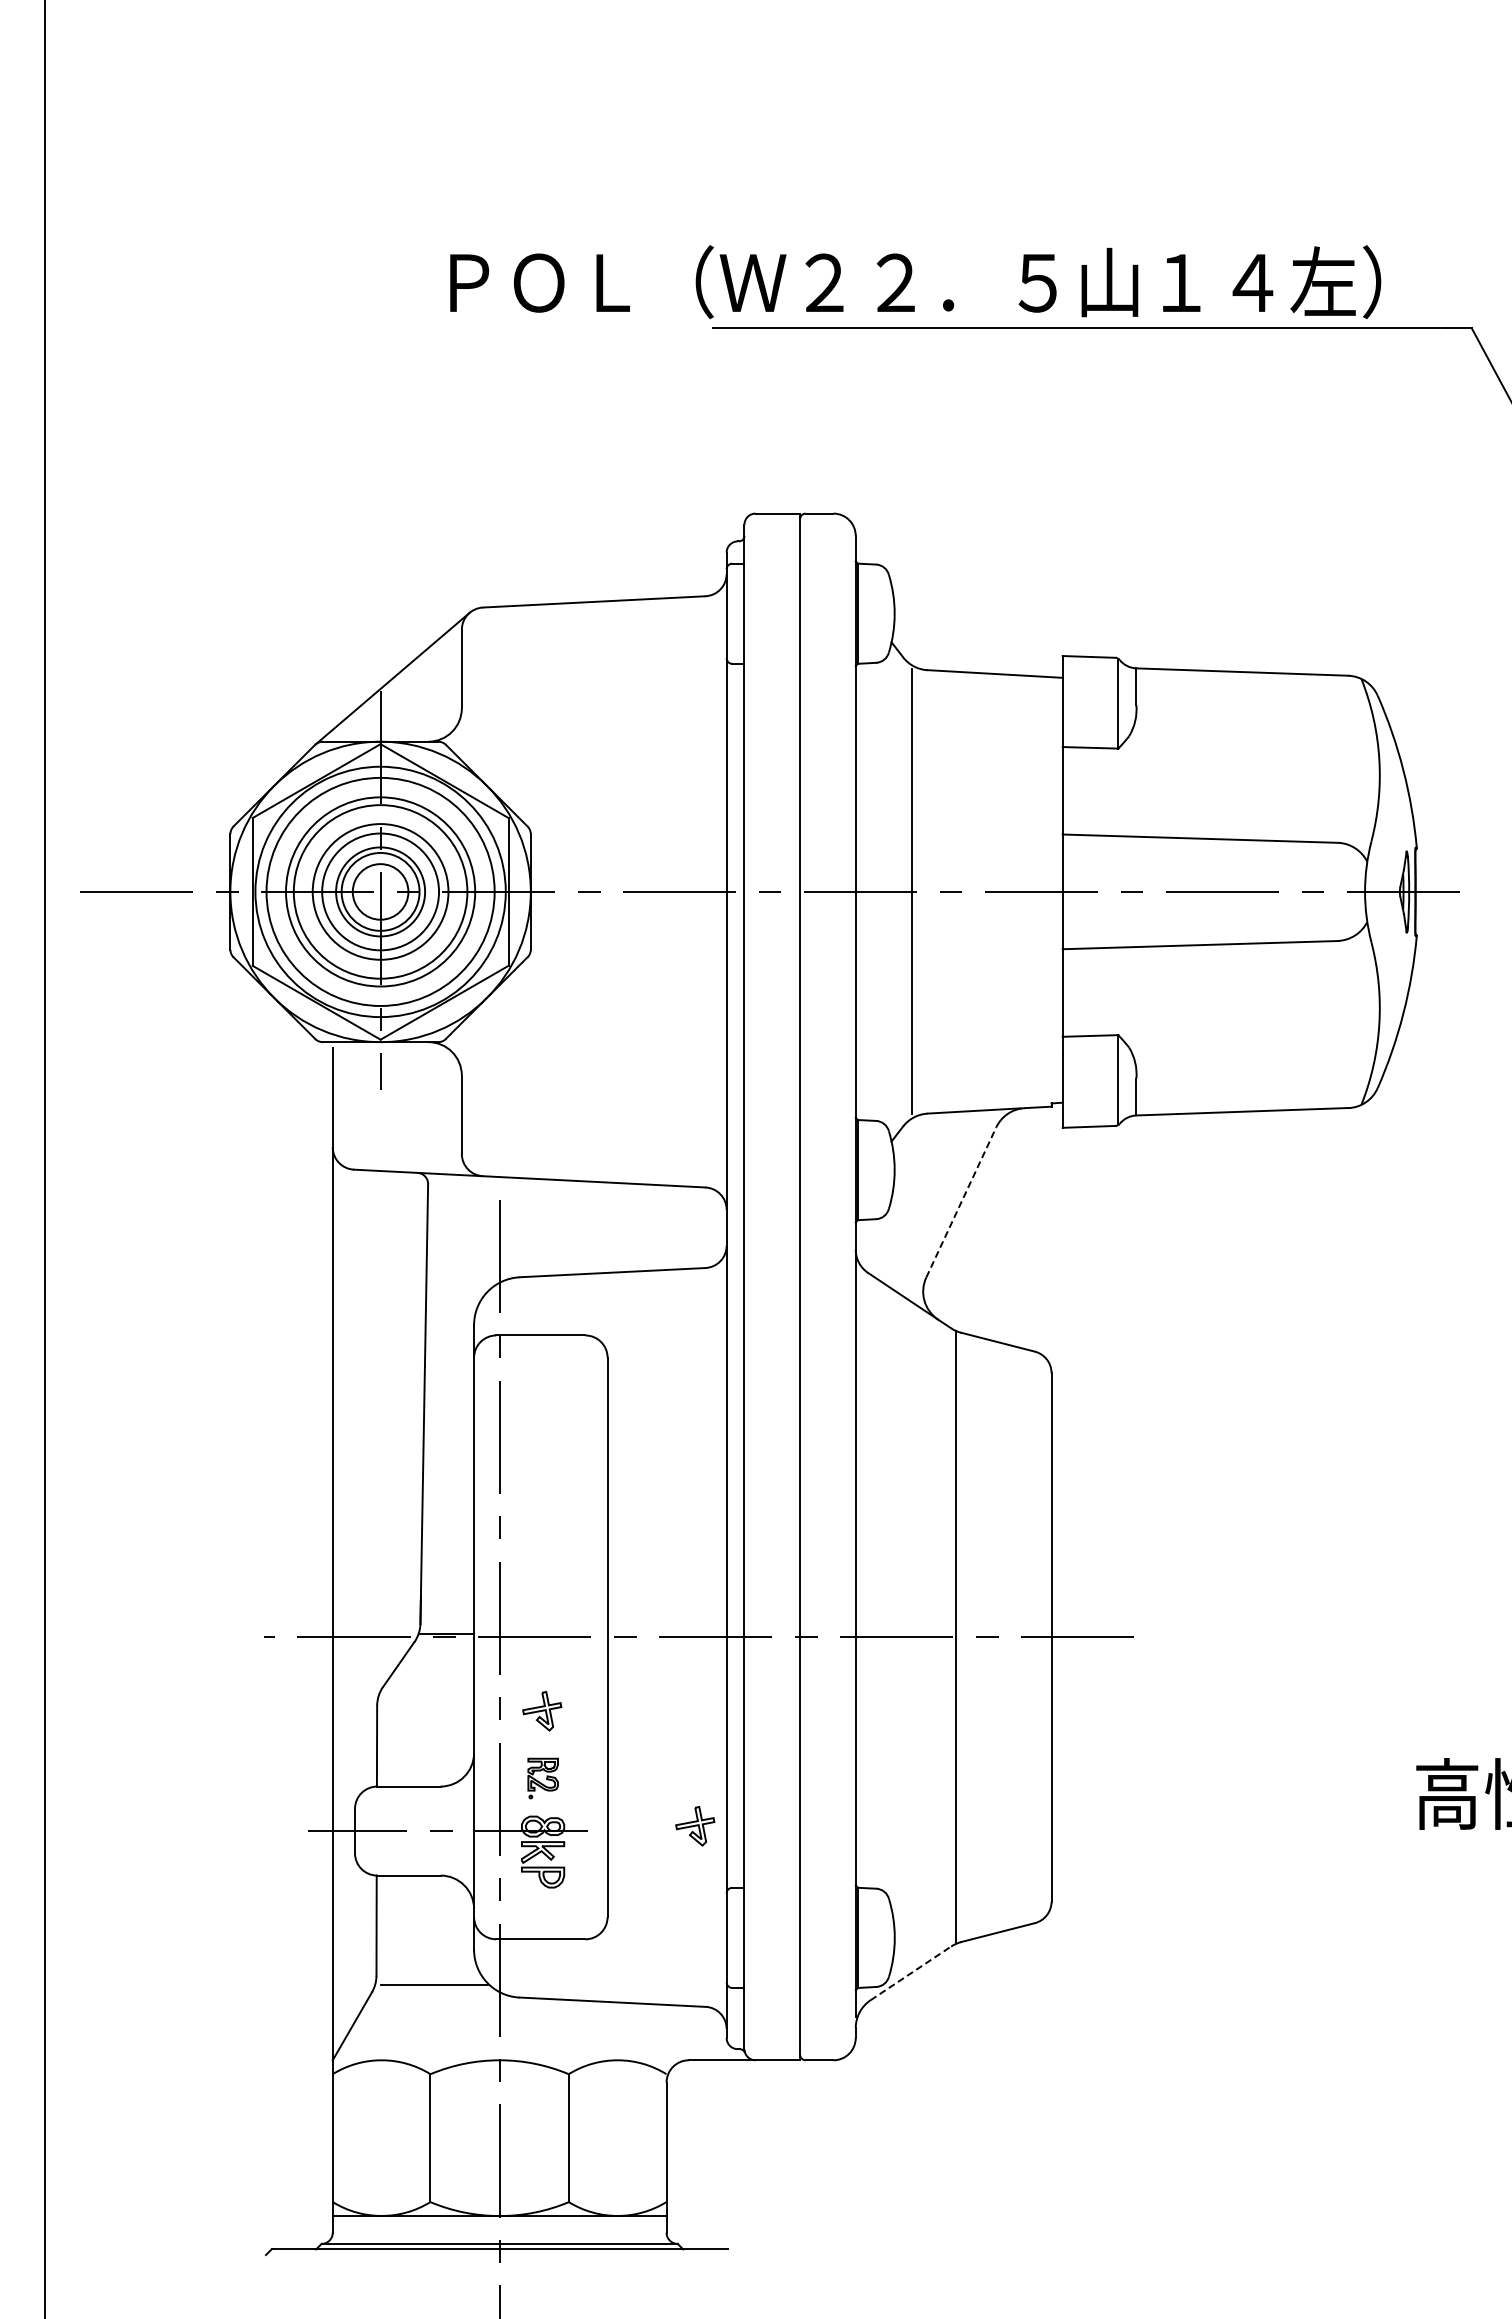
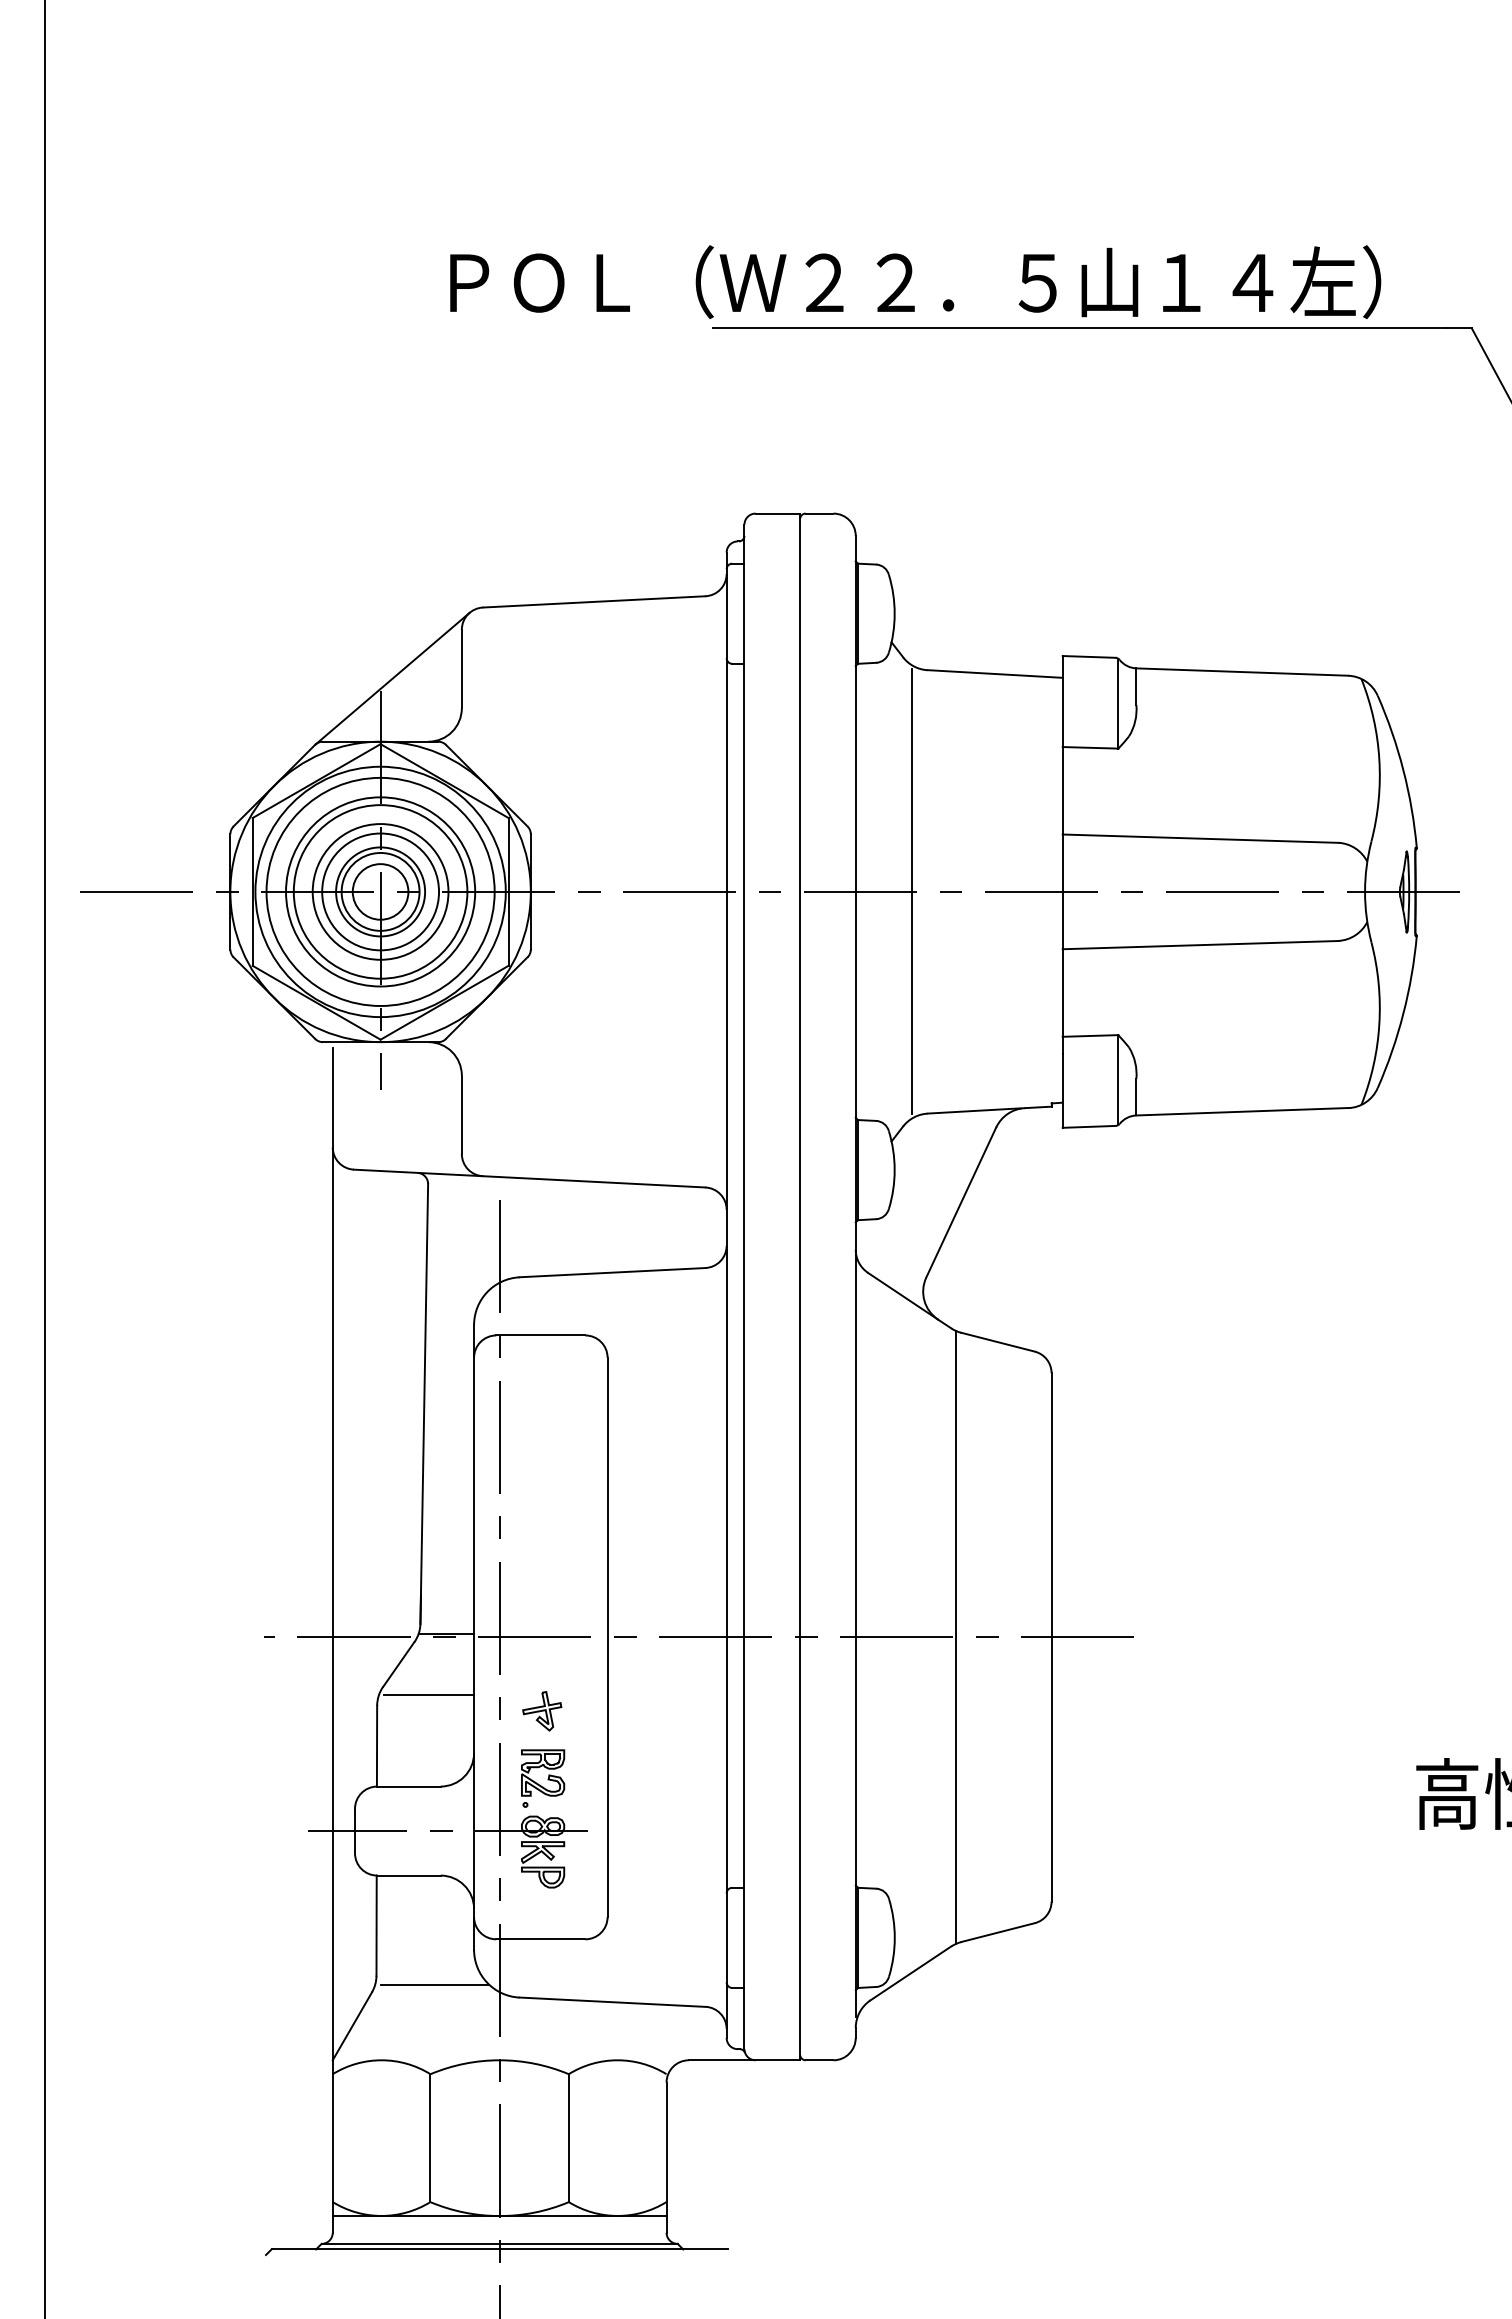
line at (961, 1202): dashed -> solid
line at (429, 1695): none -> present
part at (542, 1778) size: 32x43 px -> 45x59 px
part at (695, 1826): present -> none
line at (911, 1973): dashed -> solid
